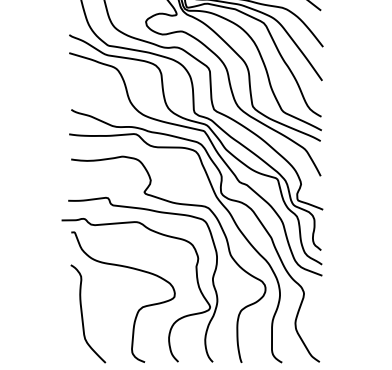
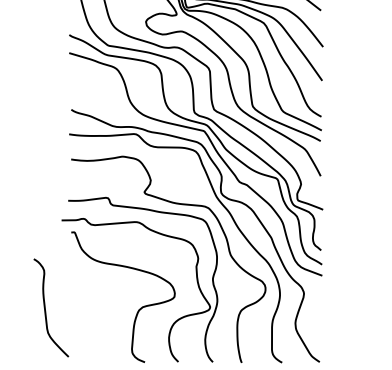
curve at (82, 313) position: (82, 313) -> (45, 307)
